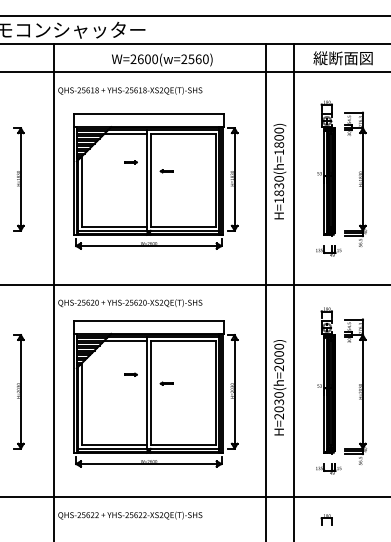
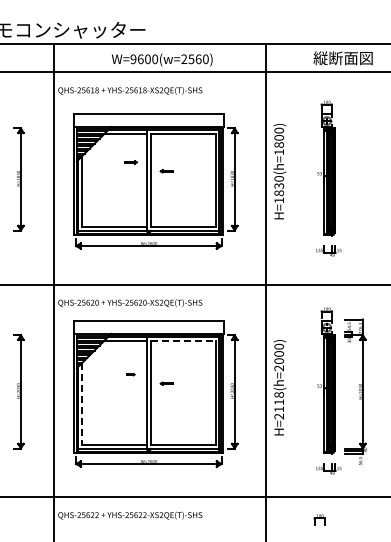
line at (194, 16): present -> none
text at (133, 59): W=2600(w=2560) -> W=9600(w=2560)
part at (355, 178): present -> none
line at (294, 291): present -> none
line at (183, 341): solid -> dashed
part at (130, 374) size: 14x5 px -> 10x5 px
text at (279, 402): H=2030(h=2000) -> H=2118(h=2000)
line at (82, 403): solid -> dashed
part at (326, 519) position: (326, 519) -> (319, 519)
